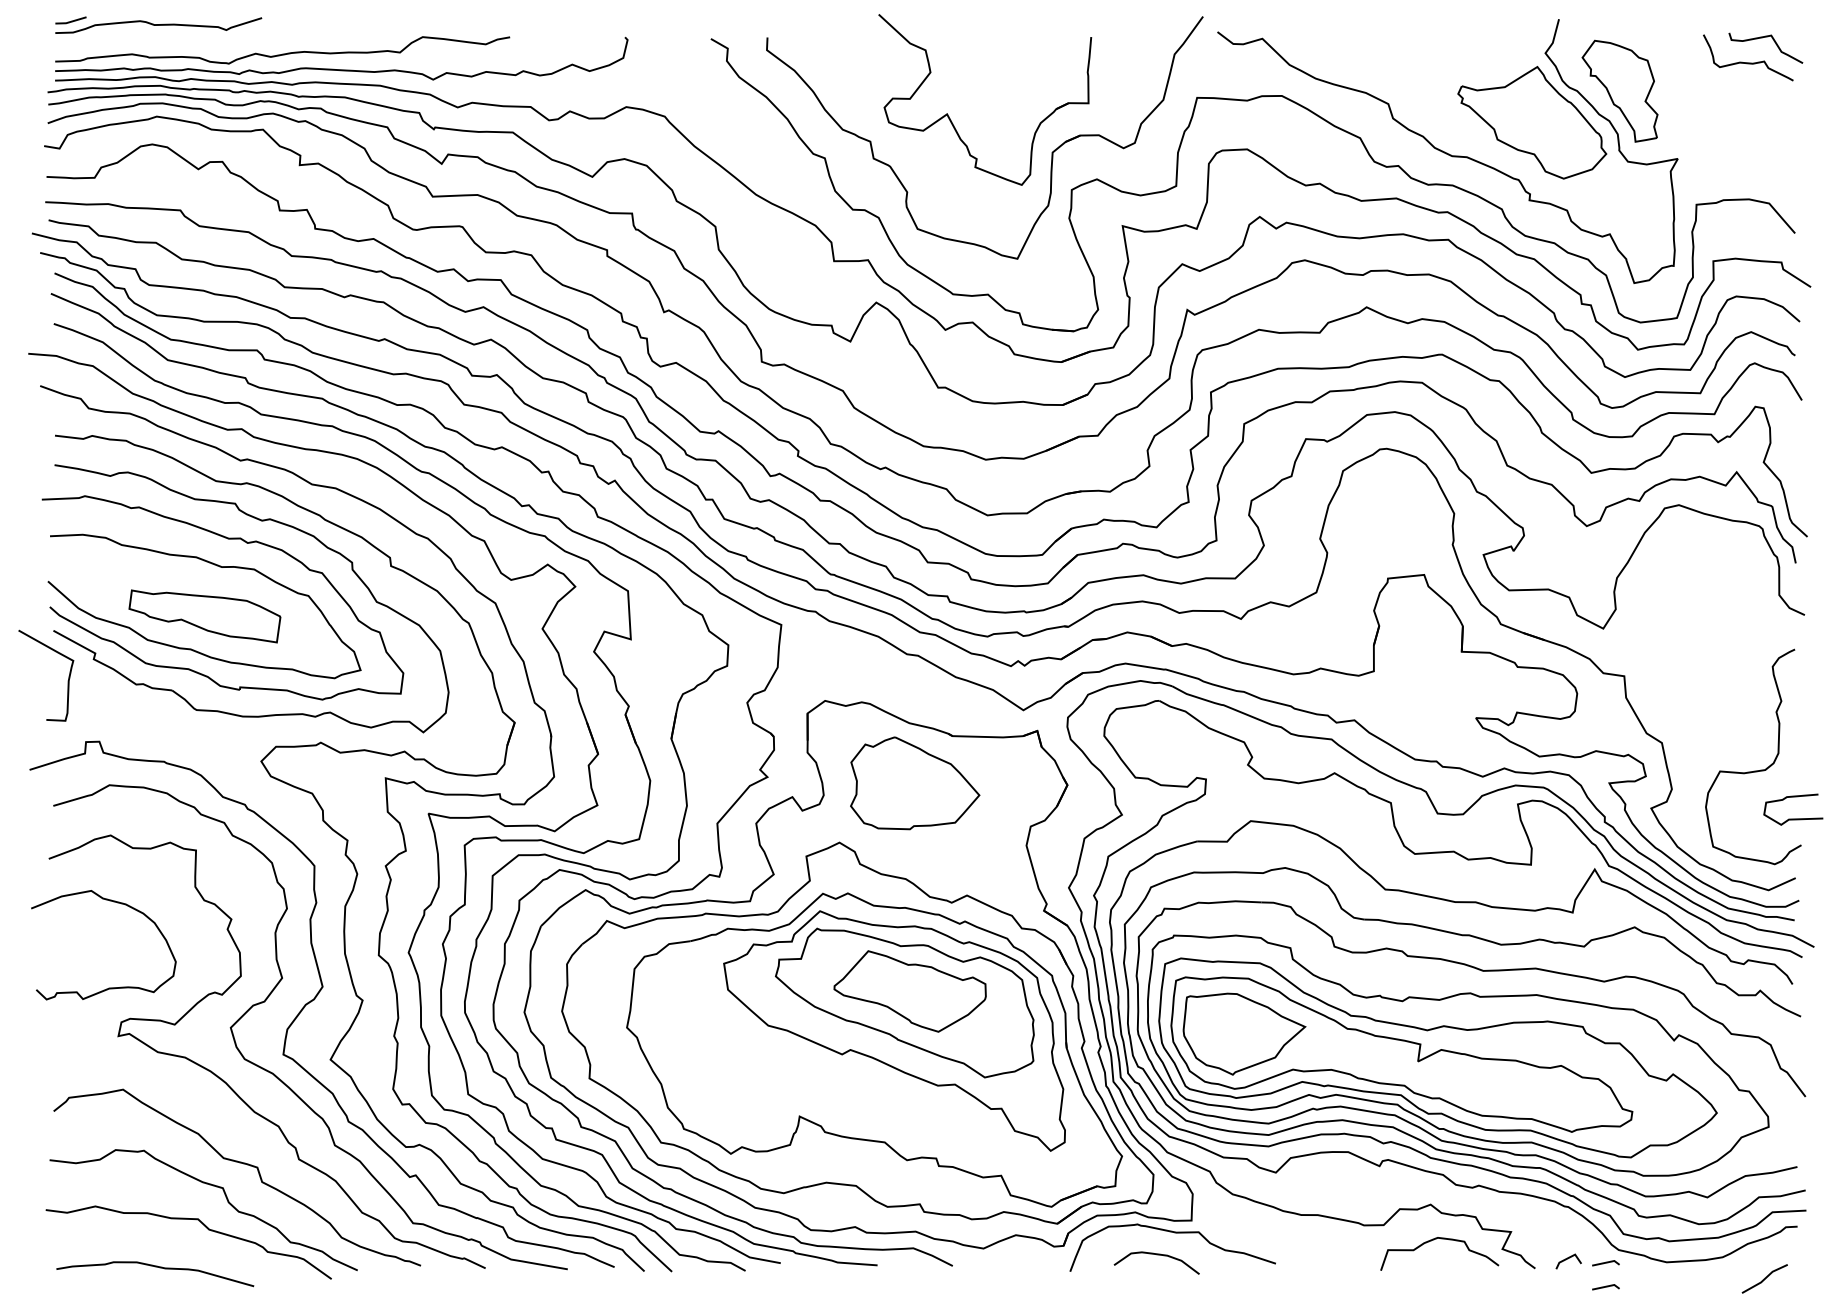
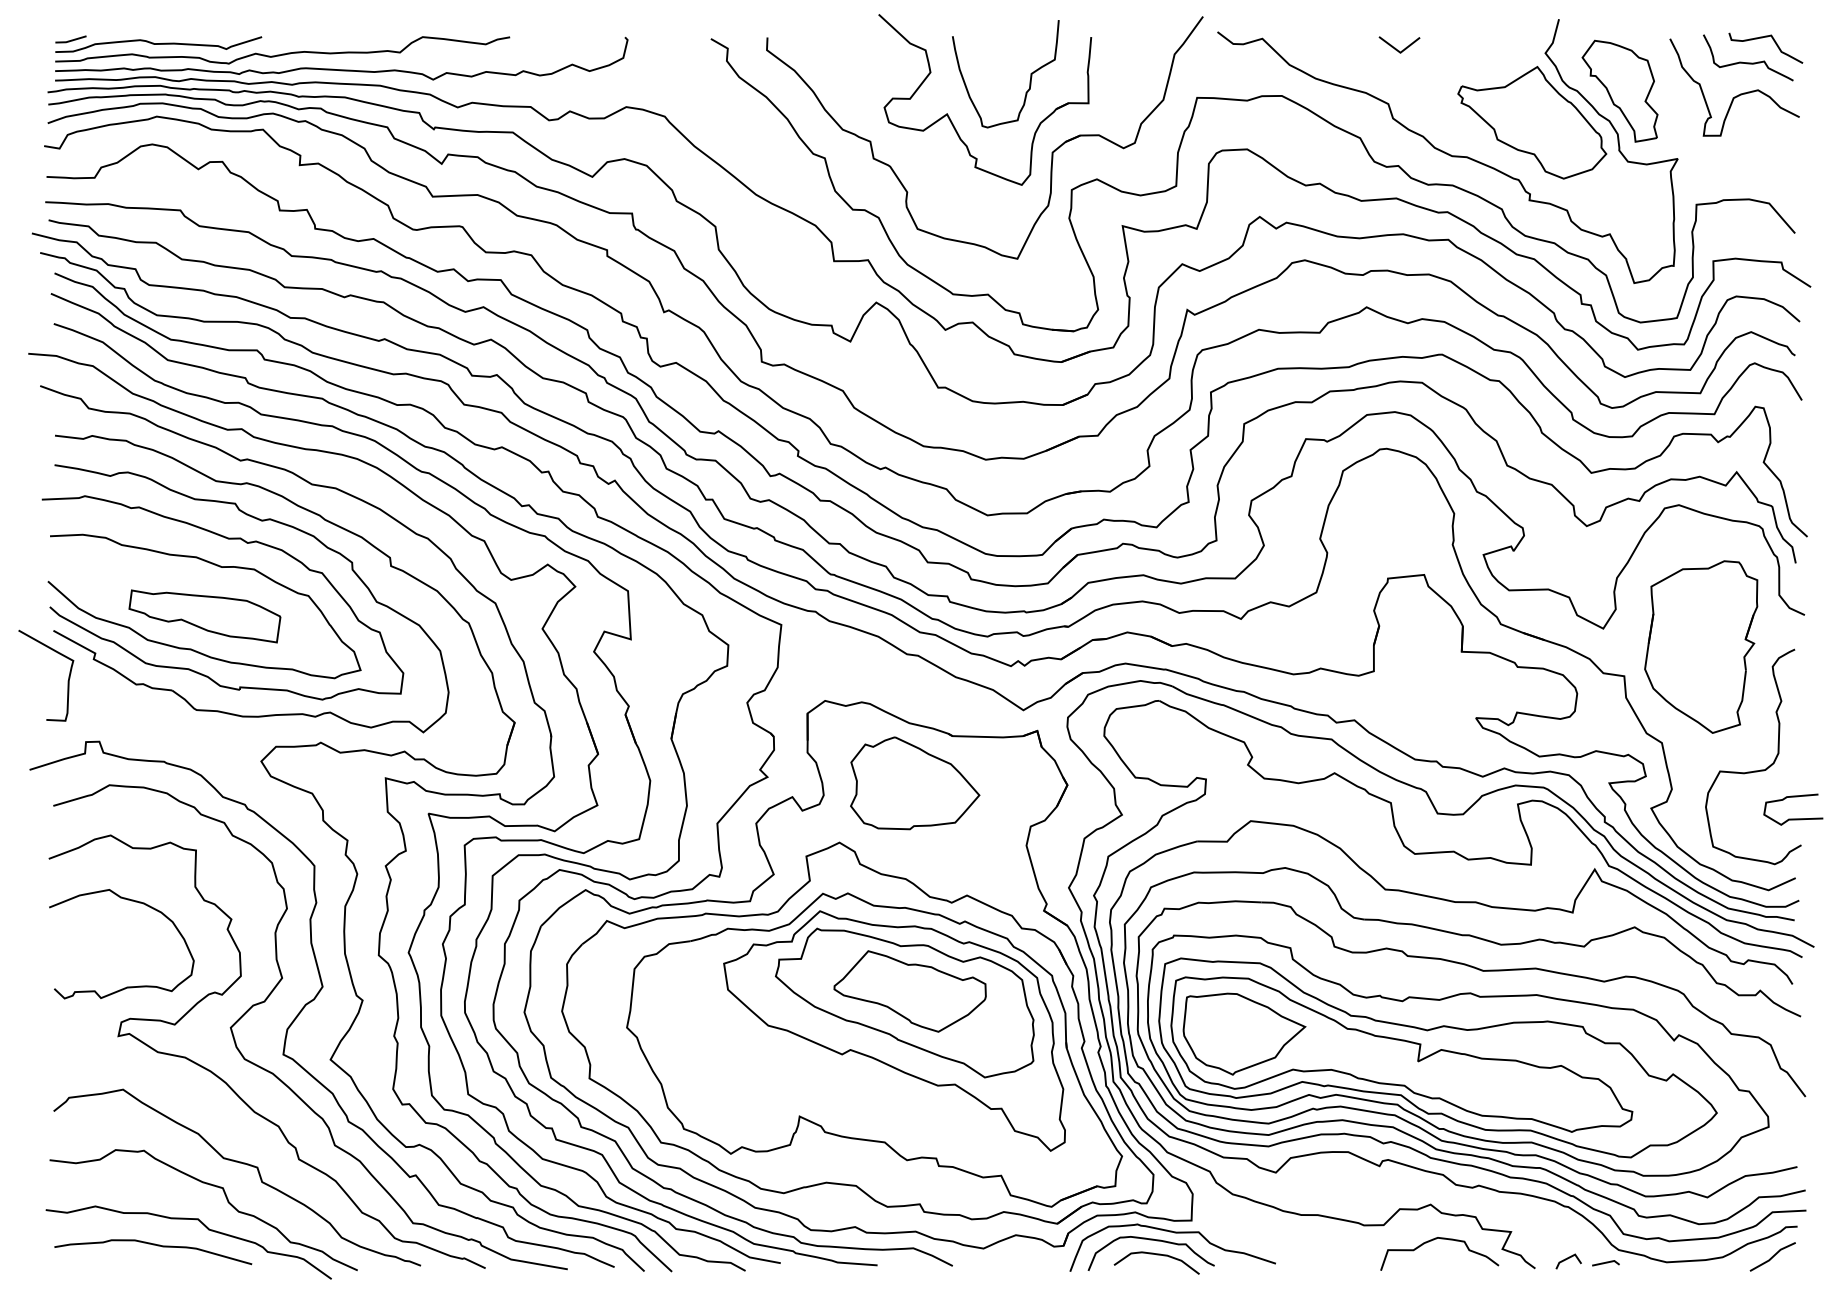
part at (158, 24) position: (158, 24) -> (158, 43)
line at (1395, 47): none -> present
curve at (1029, 80): none -> present
curve at (1738, 94): none -> present
part at (1701, 646): none -> present
curve at (108, 987) position: (108, 987) -> (126, 986)
curve at (1150, 1240): none -> present
curve at (155, 1267) position: (155, 1267) -> (153, 1245)
line at (1764, 1278) position: (1764, 1278) -> (1772, 1256)
line at (1605, 1287): present -> none
